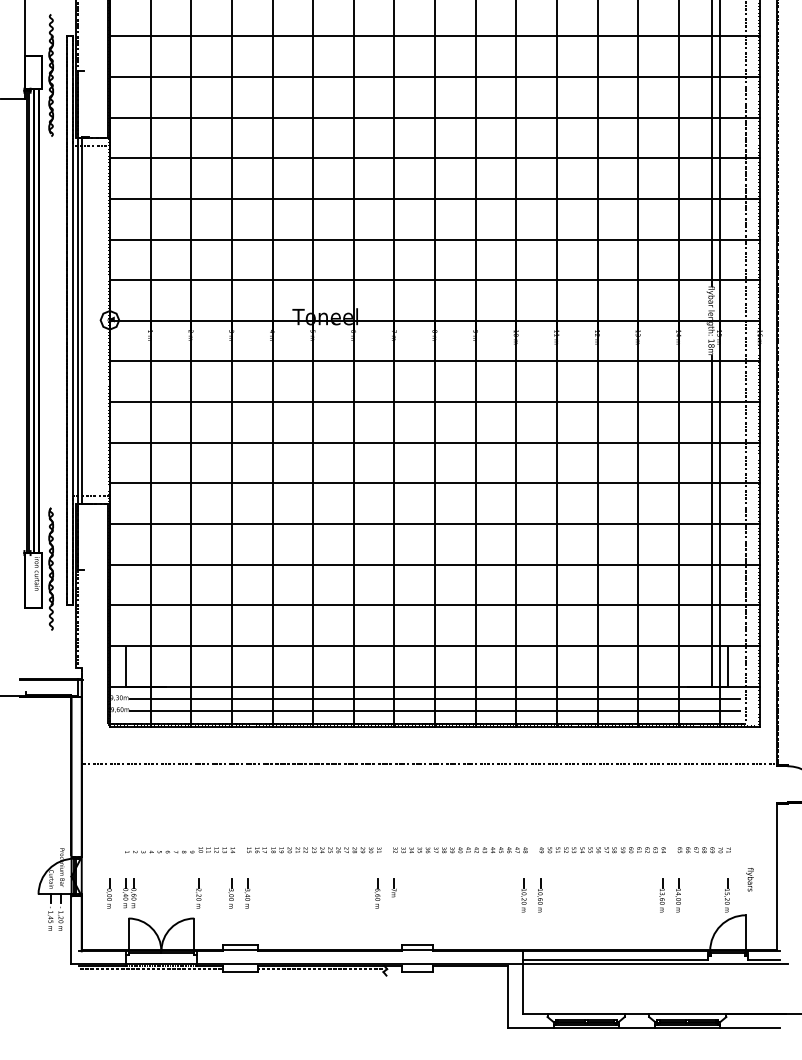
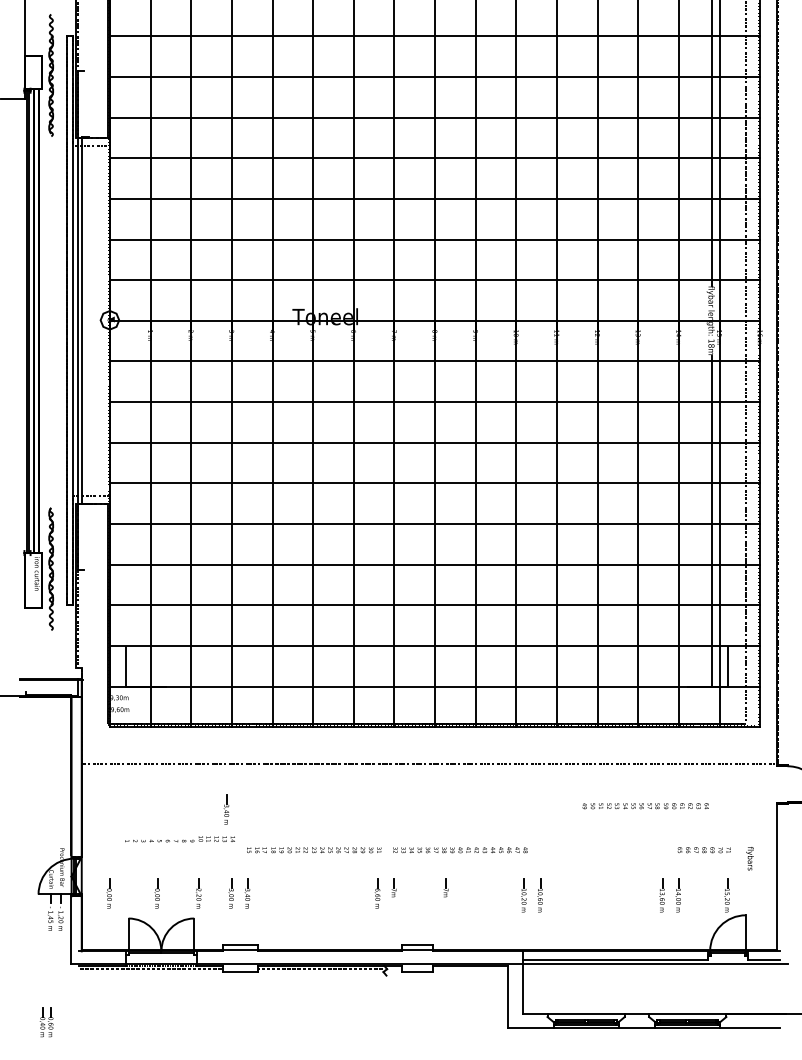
line at (434, 698): present -> none
line at (434, 710): present -> none
part at (226, 809): none -> present
text at (179, 850) position: (179, 850) -> (179, 839)
text at (602, 850) position: (602, 850) -> (645, 806)
text at (749, 879) position: (749, 879) -> (749, 858)
part at (445, 887): none -> present
part at (129, 893) position: (129, 893) -> (46, 1022)
part at (156, 893): none -> present
